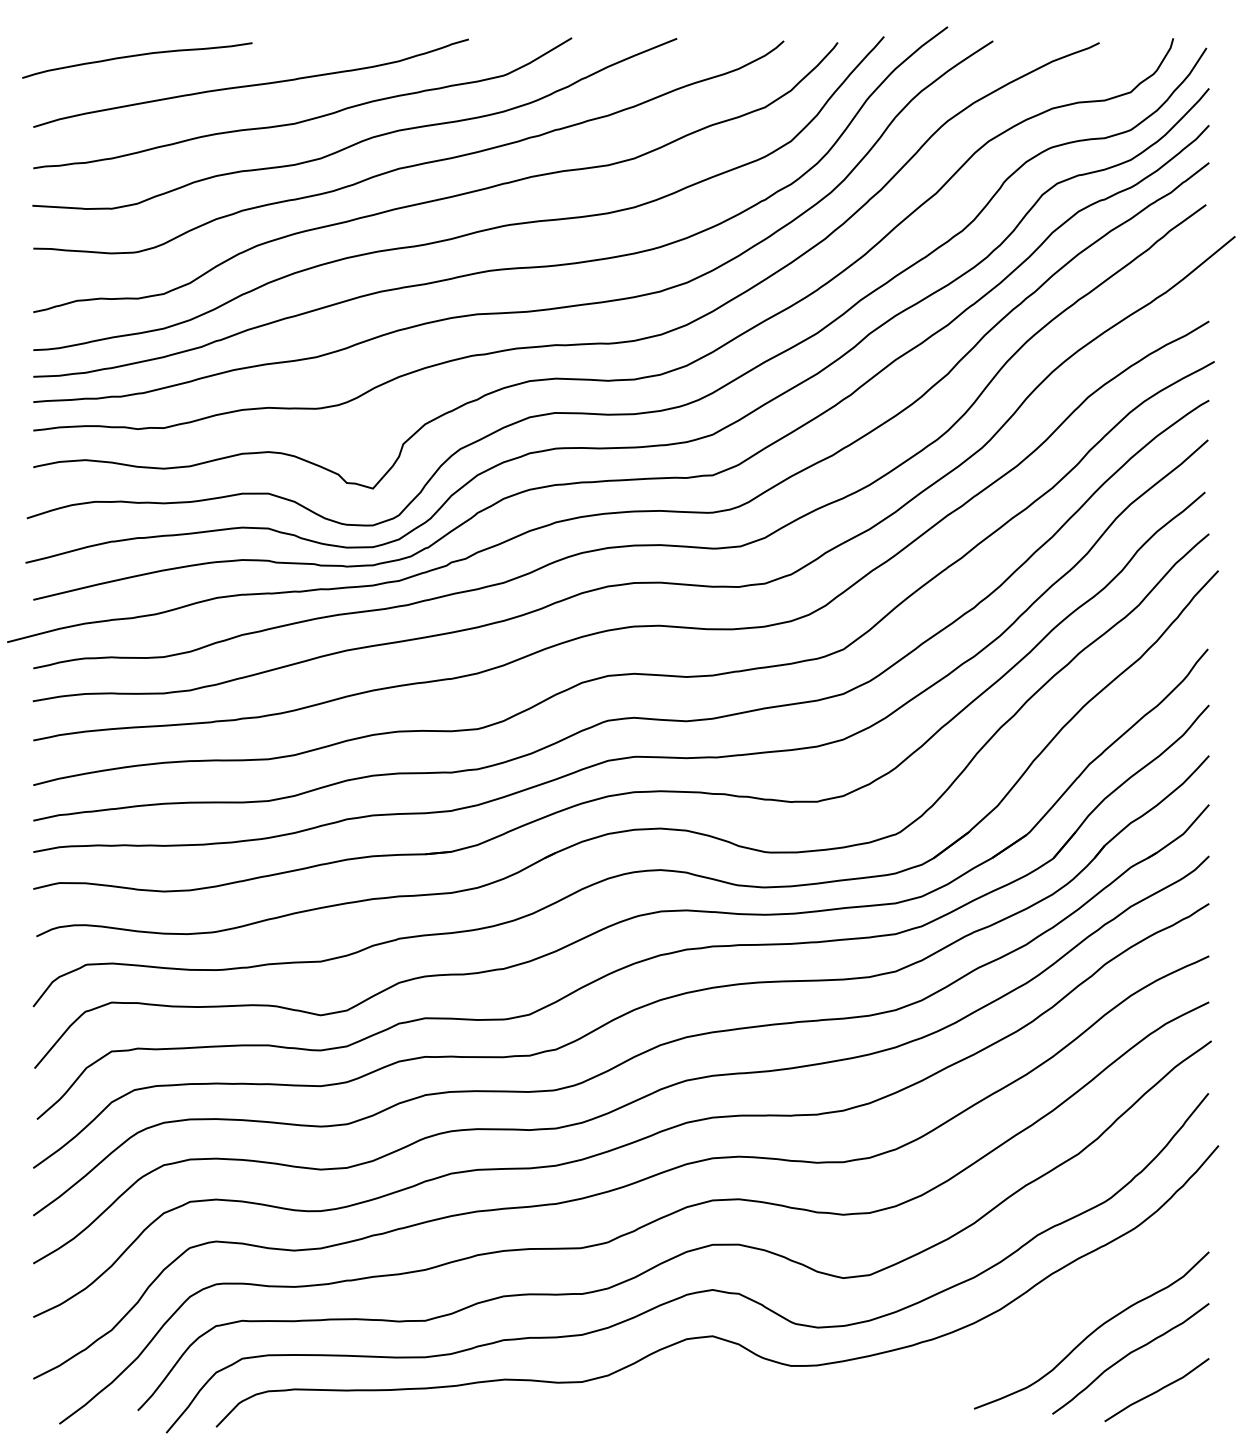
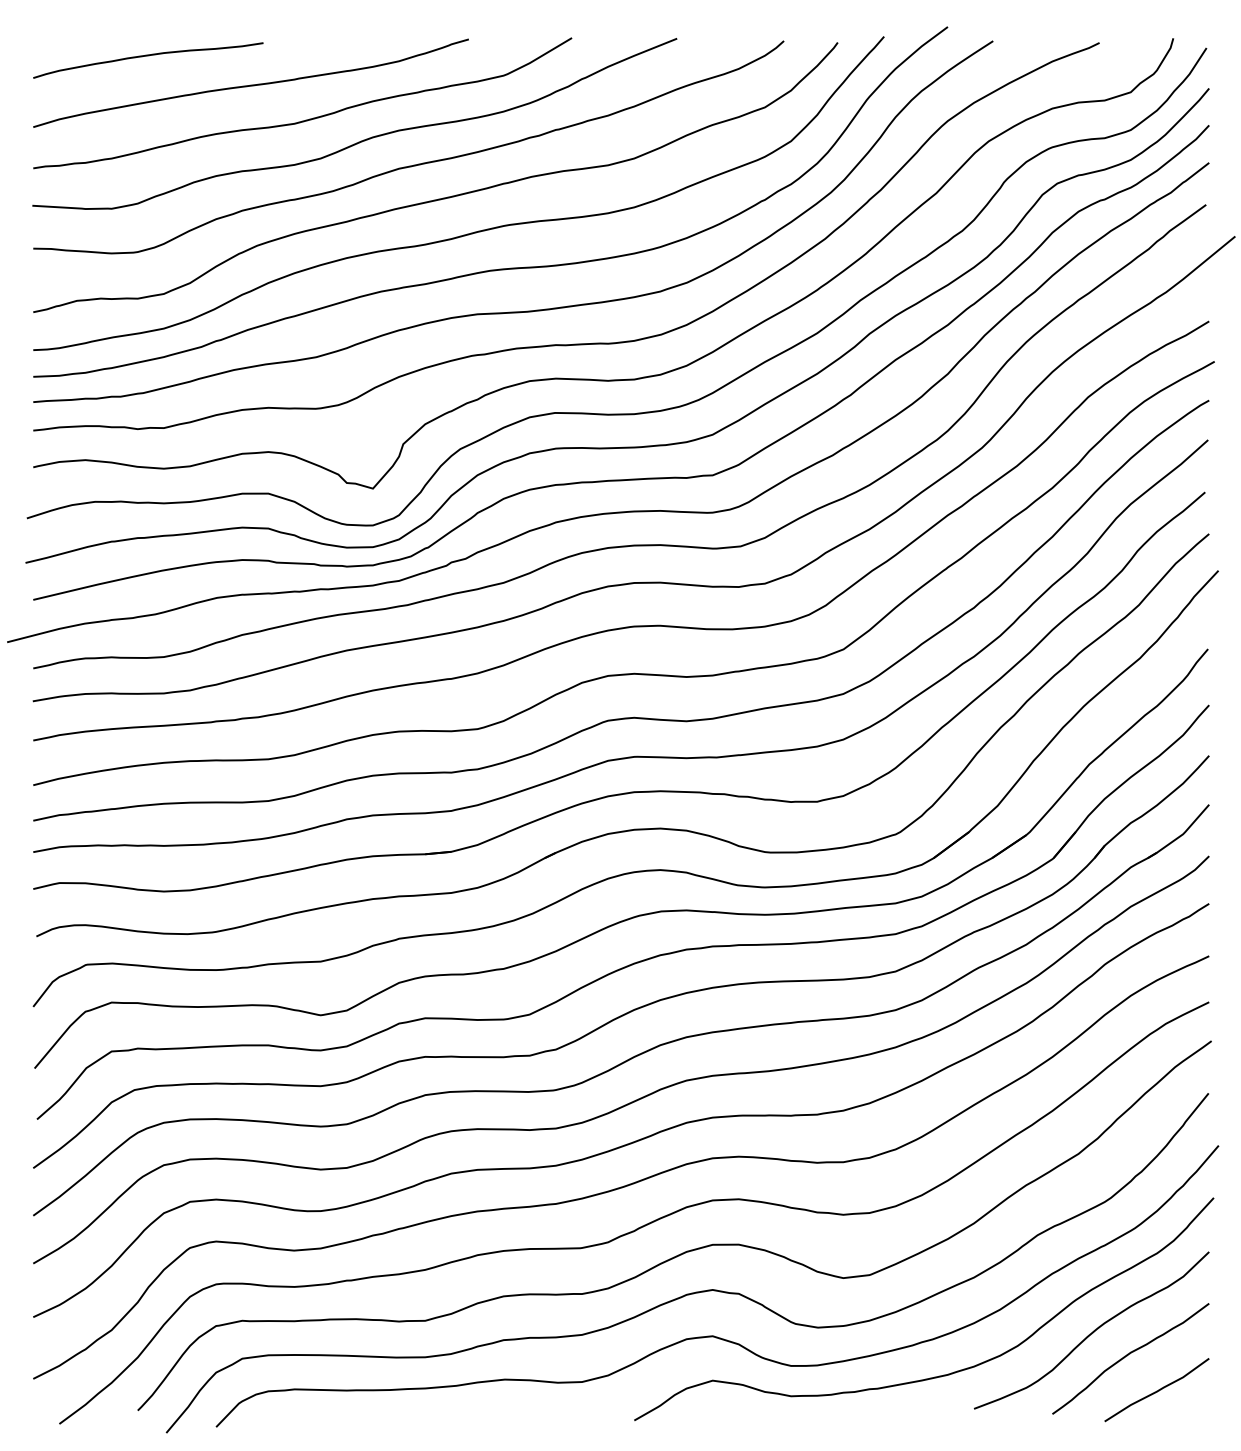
curve at (137, 56) position: (137, 56) -> (148, 56)
curve at (939, 1375): none -> present
